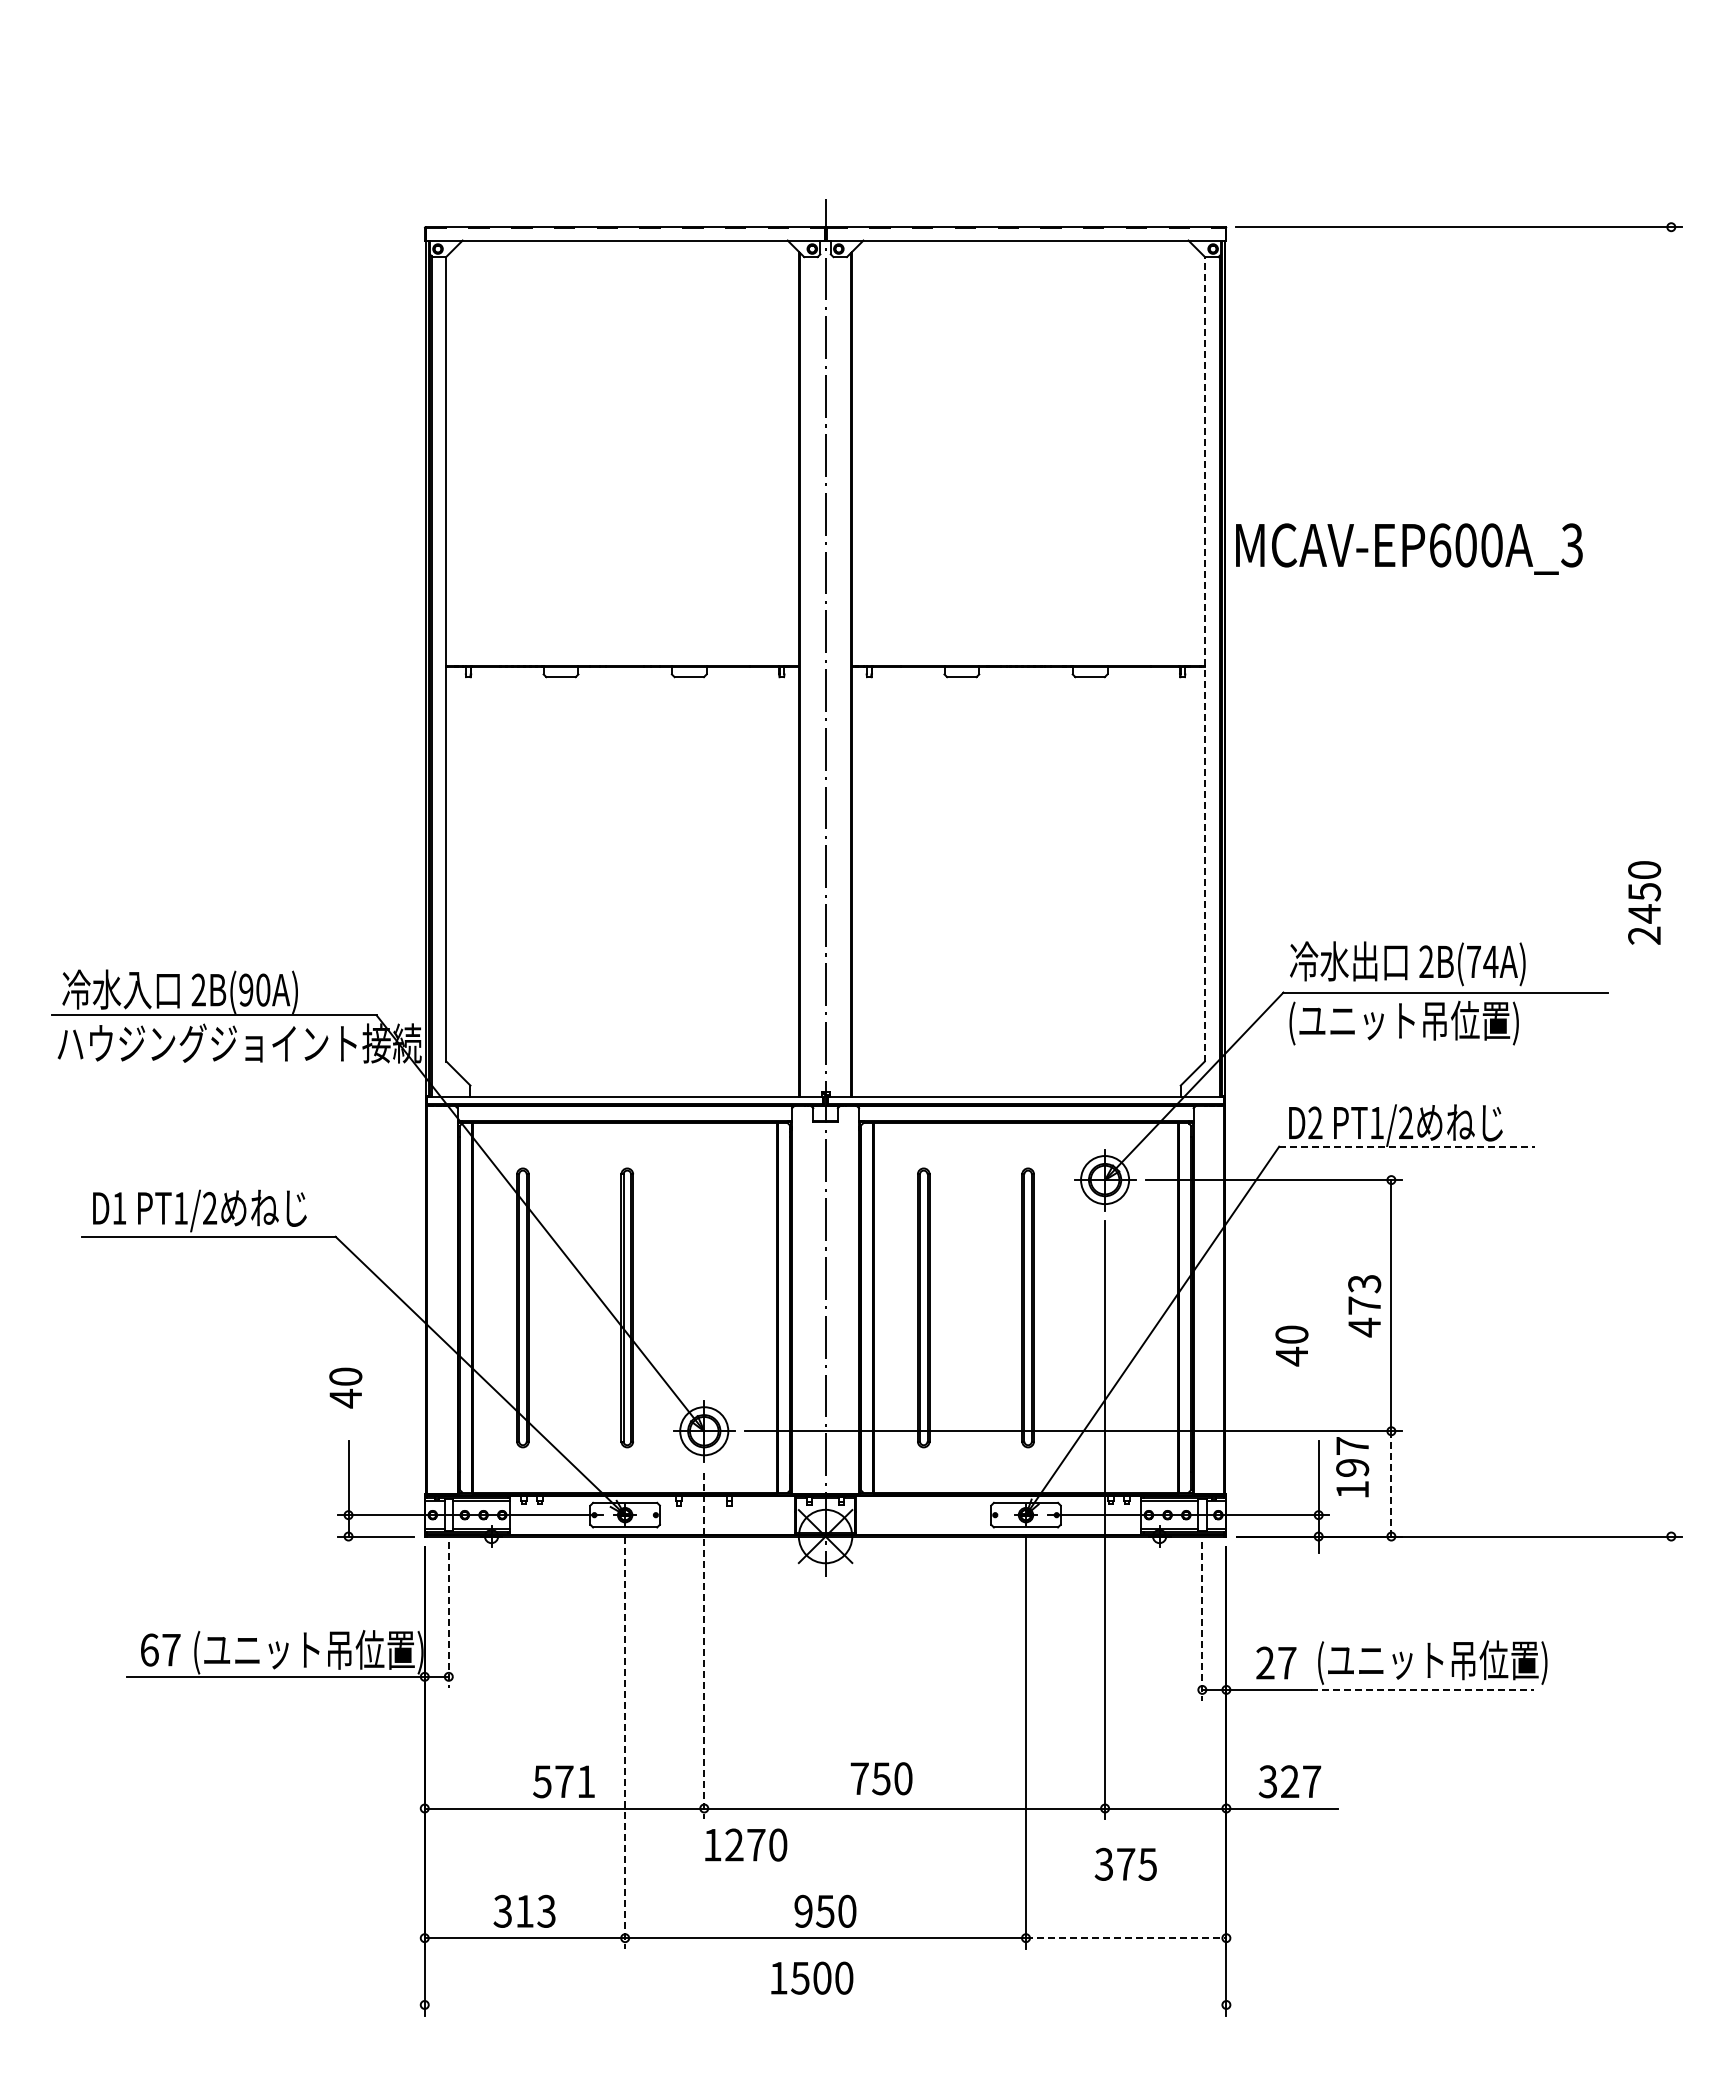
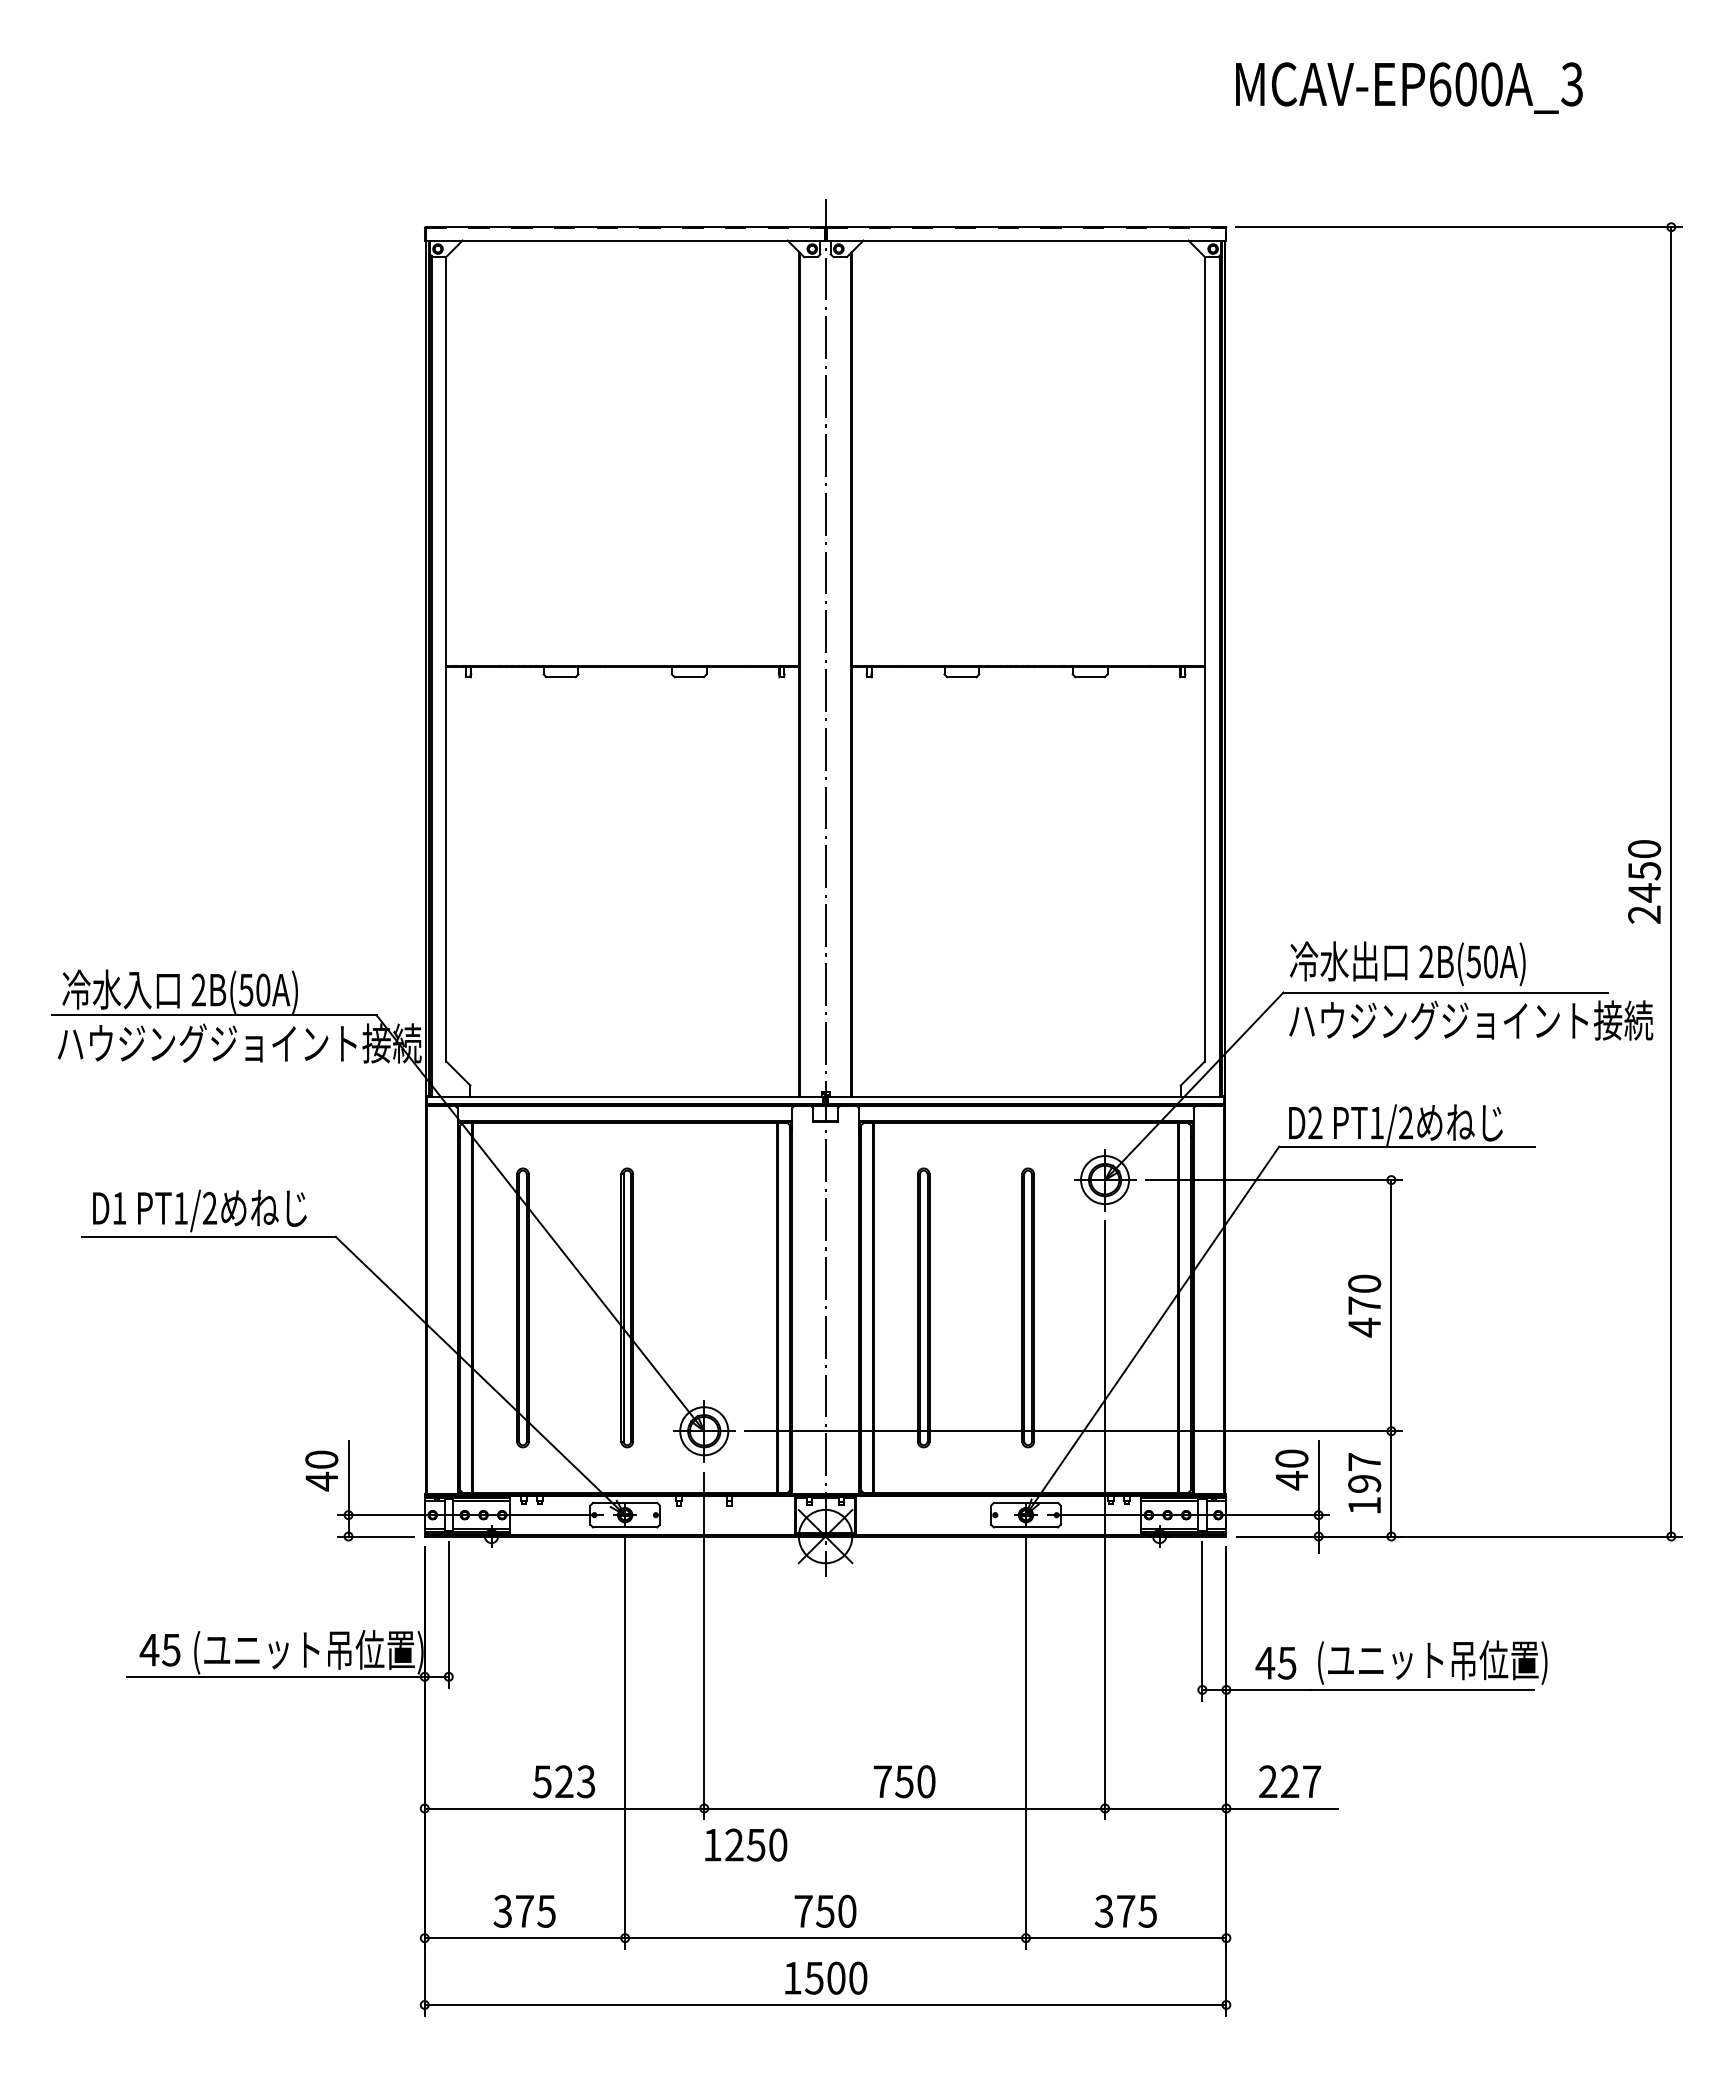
text at (1409, 548) position: (1409, 548) -> (1409, 87)
line at (1204, 658): dashed -> solid
line at (1671, 881): none -> present
text at (1644, 902) position: (1644, 902) -> (1644, 881)
text at (1482, 961): 2B(74A) -> 2B(50A)
text at (245, 989): 2B(90A) -> 2B(50A)
text at (1471, 1022): (ユニット吊位置) -> ハウジングジョイント接続
line at (1407, 1146): dashed -> solid
text at (1364, 1283): 473 -> 470
text at (1291, 1345) position: (1291, 1345) -> (1291, 1469)
text at (345, 1387) position: (345, 1387) -> (321, 1470)
text at (1352, 1467) position: (1352, 1467) -> (1364, 1483)
line at (1391, 1483): dashed -> solid
line at (448, 1614): dashed -> solid
line at (1202, 1621): dashed -> solid
line at (704, 1646): dashed -> solid
text at (159, 1649): 67 -> 45
text at (1275, 1662): 27 -> 45
line at (1422, 1689): dashed -> solid
line at (625, 1742): dashed -> solid
text at (881, 1778) position: (881, 1778) -> (904, 1781)
text at (574, 1781): 571 -> 523
text at (1267, 1781): 327 -> 227
text at (755, 1845): 1270 -> 1250
text at (1125, 1863) position: (1125, 1863) -> (1125, 1910)
text at (535, 1910): 313 -> 375
text at (803, 1910): 950 -> 750
line at (1126, 1938): dashed -> solid
text at (812, 1977) position: (812, 1977) -> (826, 1977)
line at (825, 2004): none -> present
